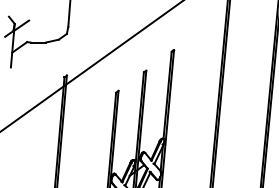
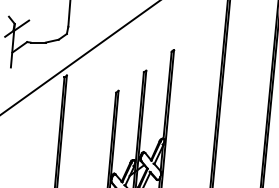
line at (91, 66) position: (91, 66) -> (80, 57)
